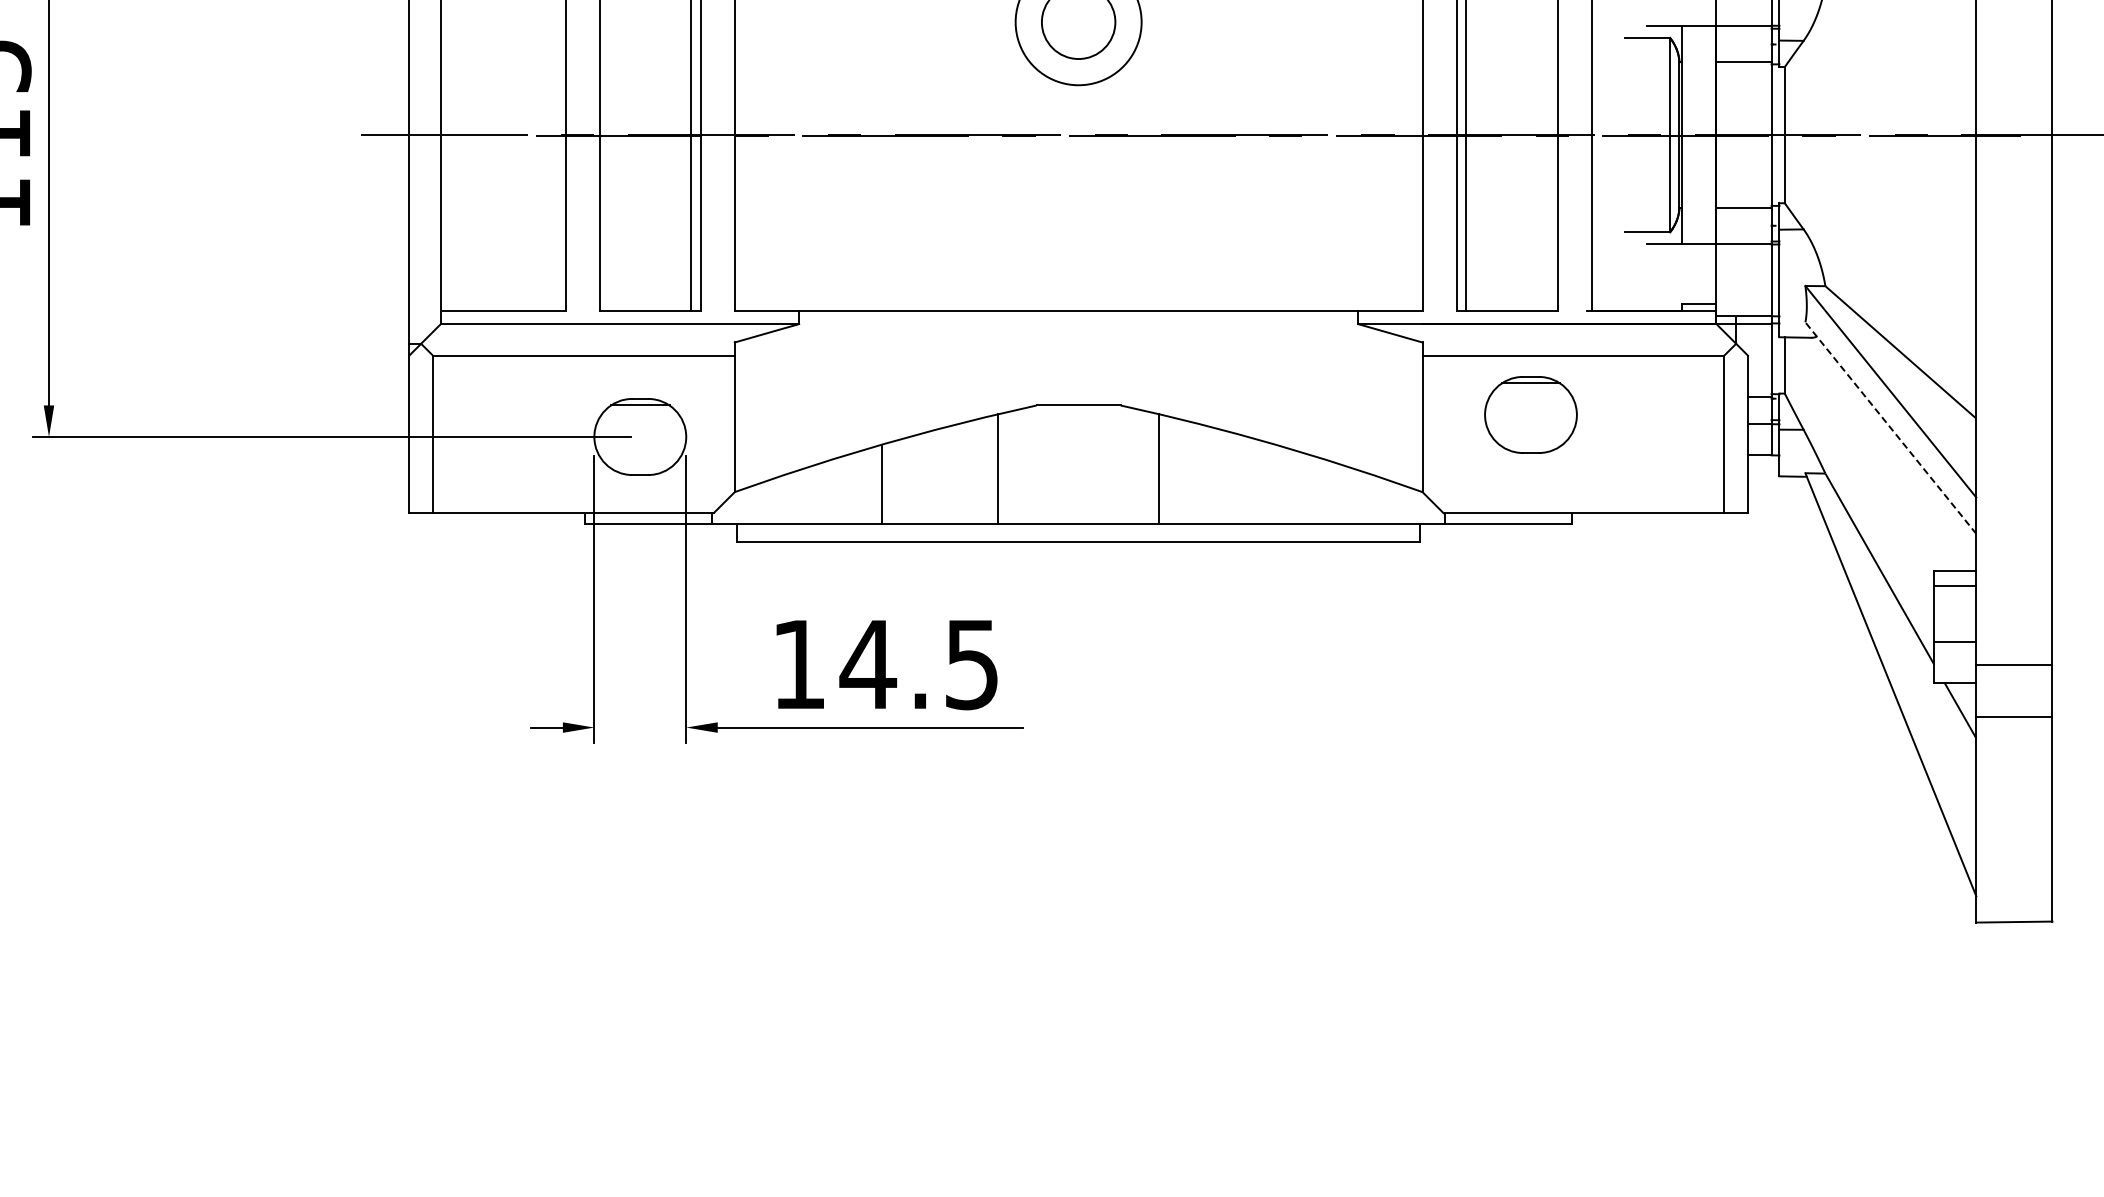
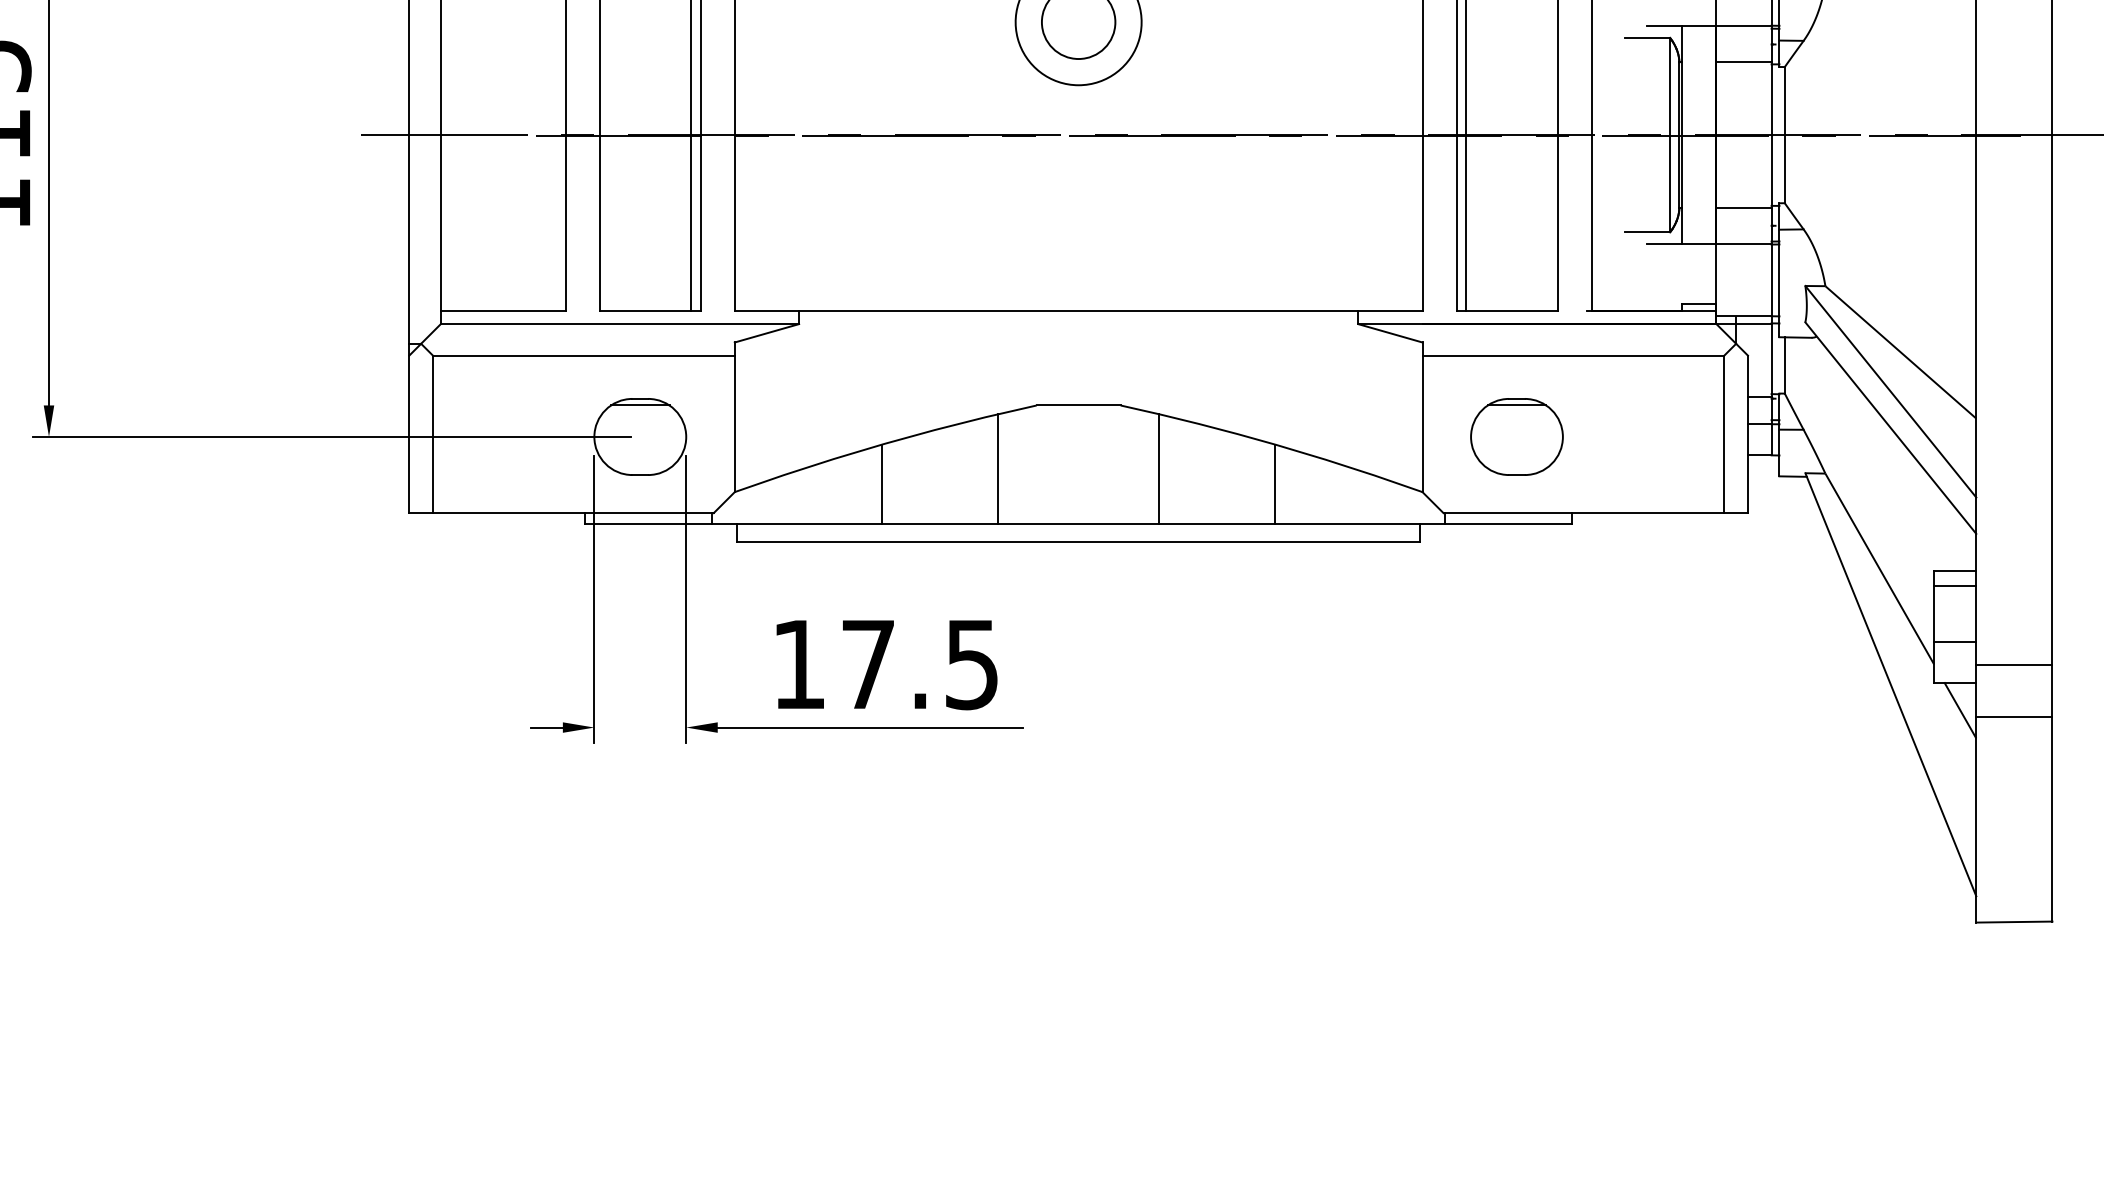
part at (1530, 414) position: (1530, 414) -> (1516, 436)
line at (1890, 428): dashed -> solid
line at (1275, 483): none -> present
text at (868, 664): 14.5 -> 17.5
